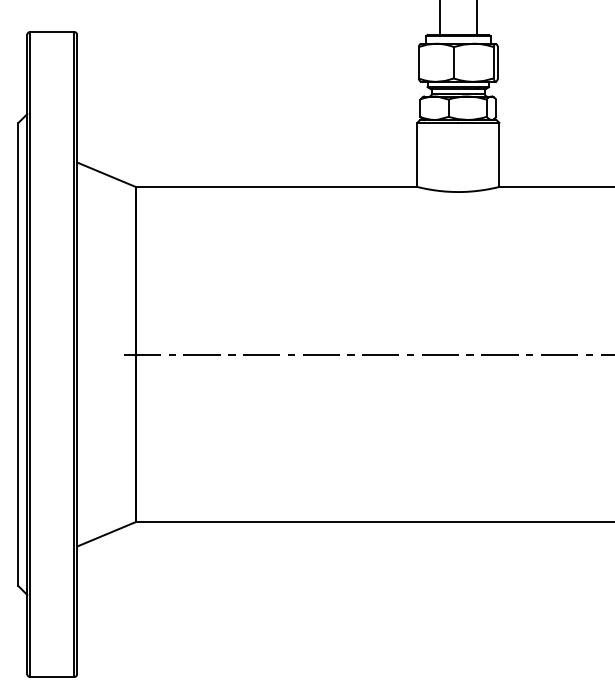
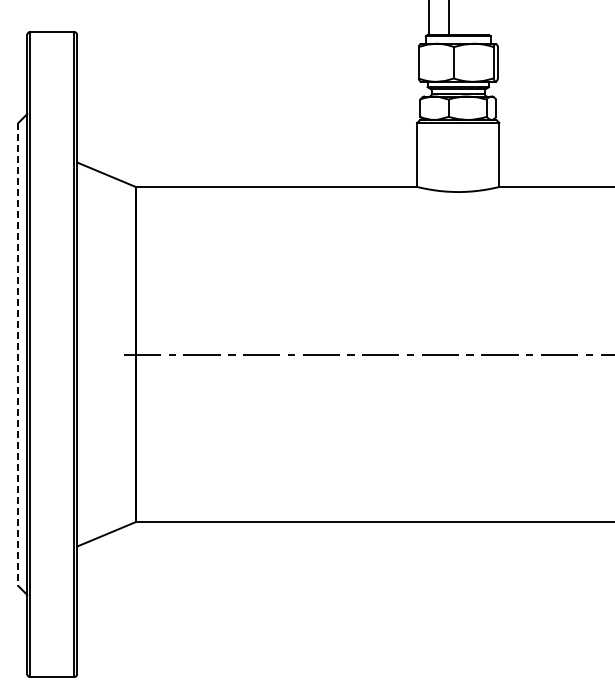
line at (439, 18) position: (439, 18) -> (428, 18)
line at (476, 18) position: (476, 18) -> (448, 18)
line at (18, 354): solid -> dashed
